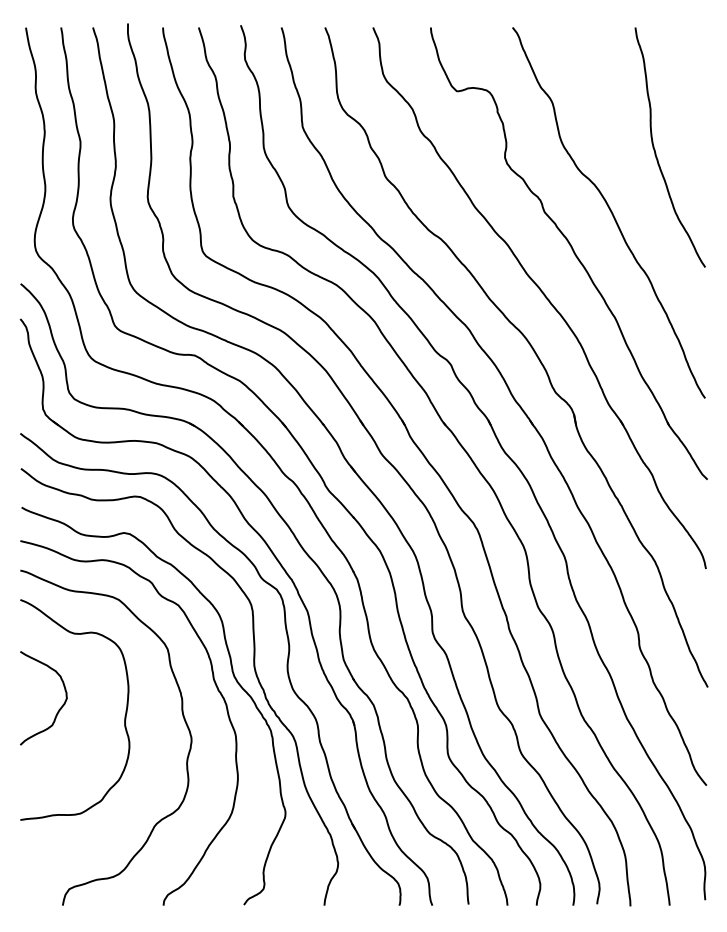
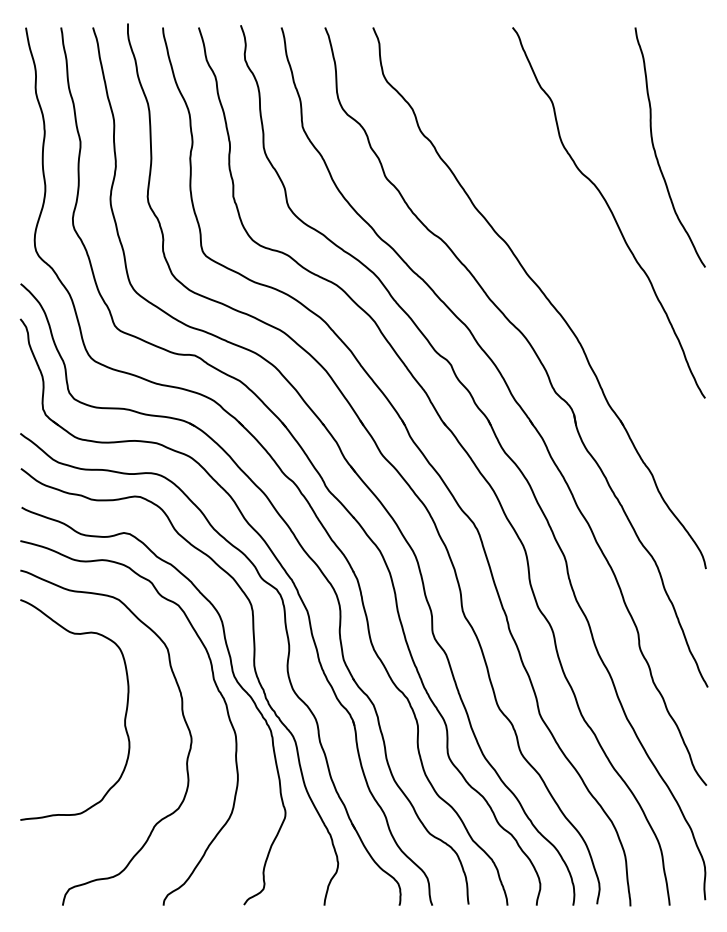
part at (568, 253): present -> none
curve at (58, 709): present -> none
